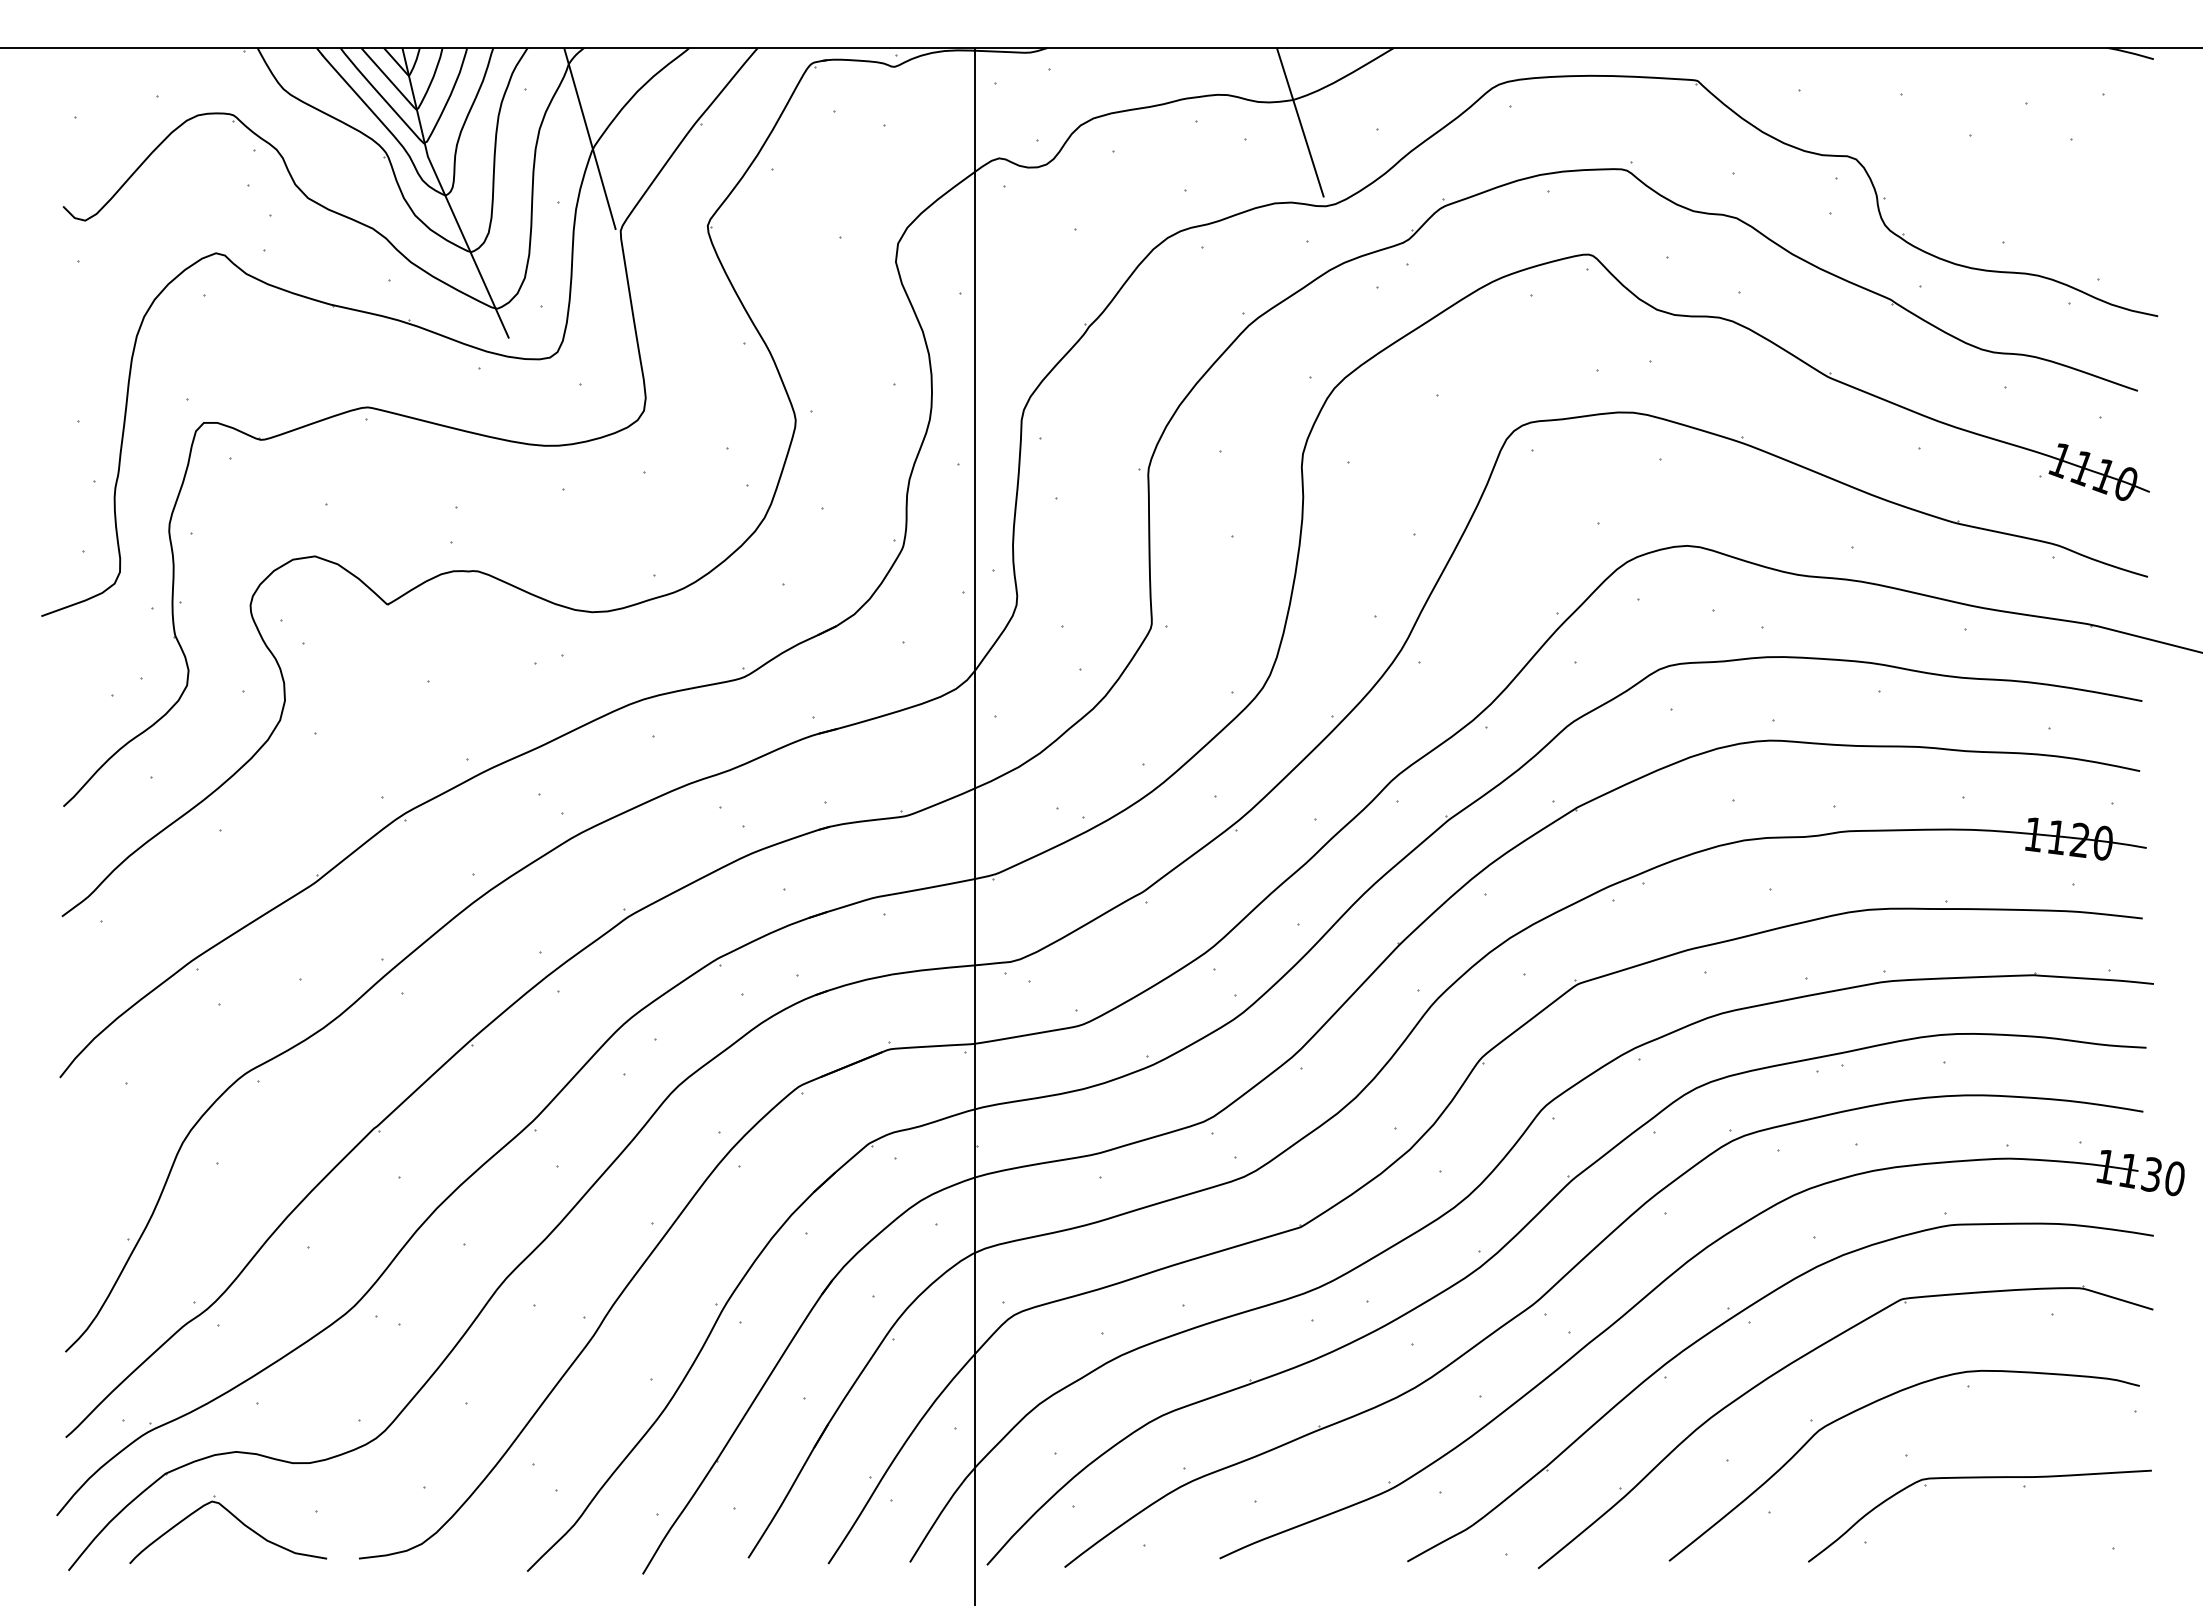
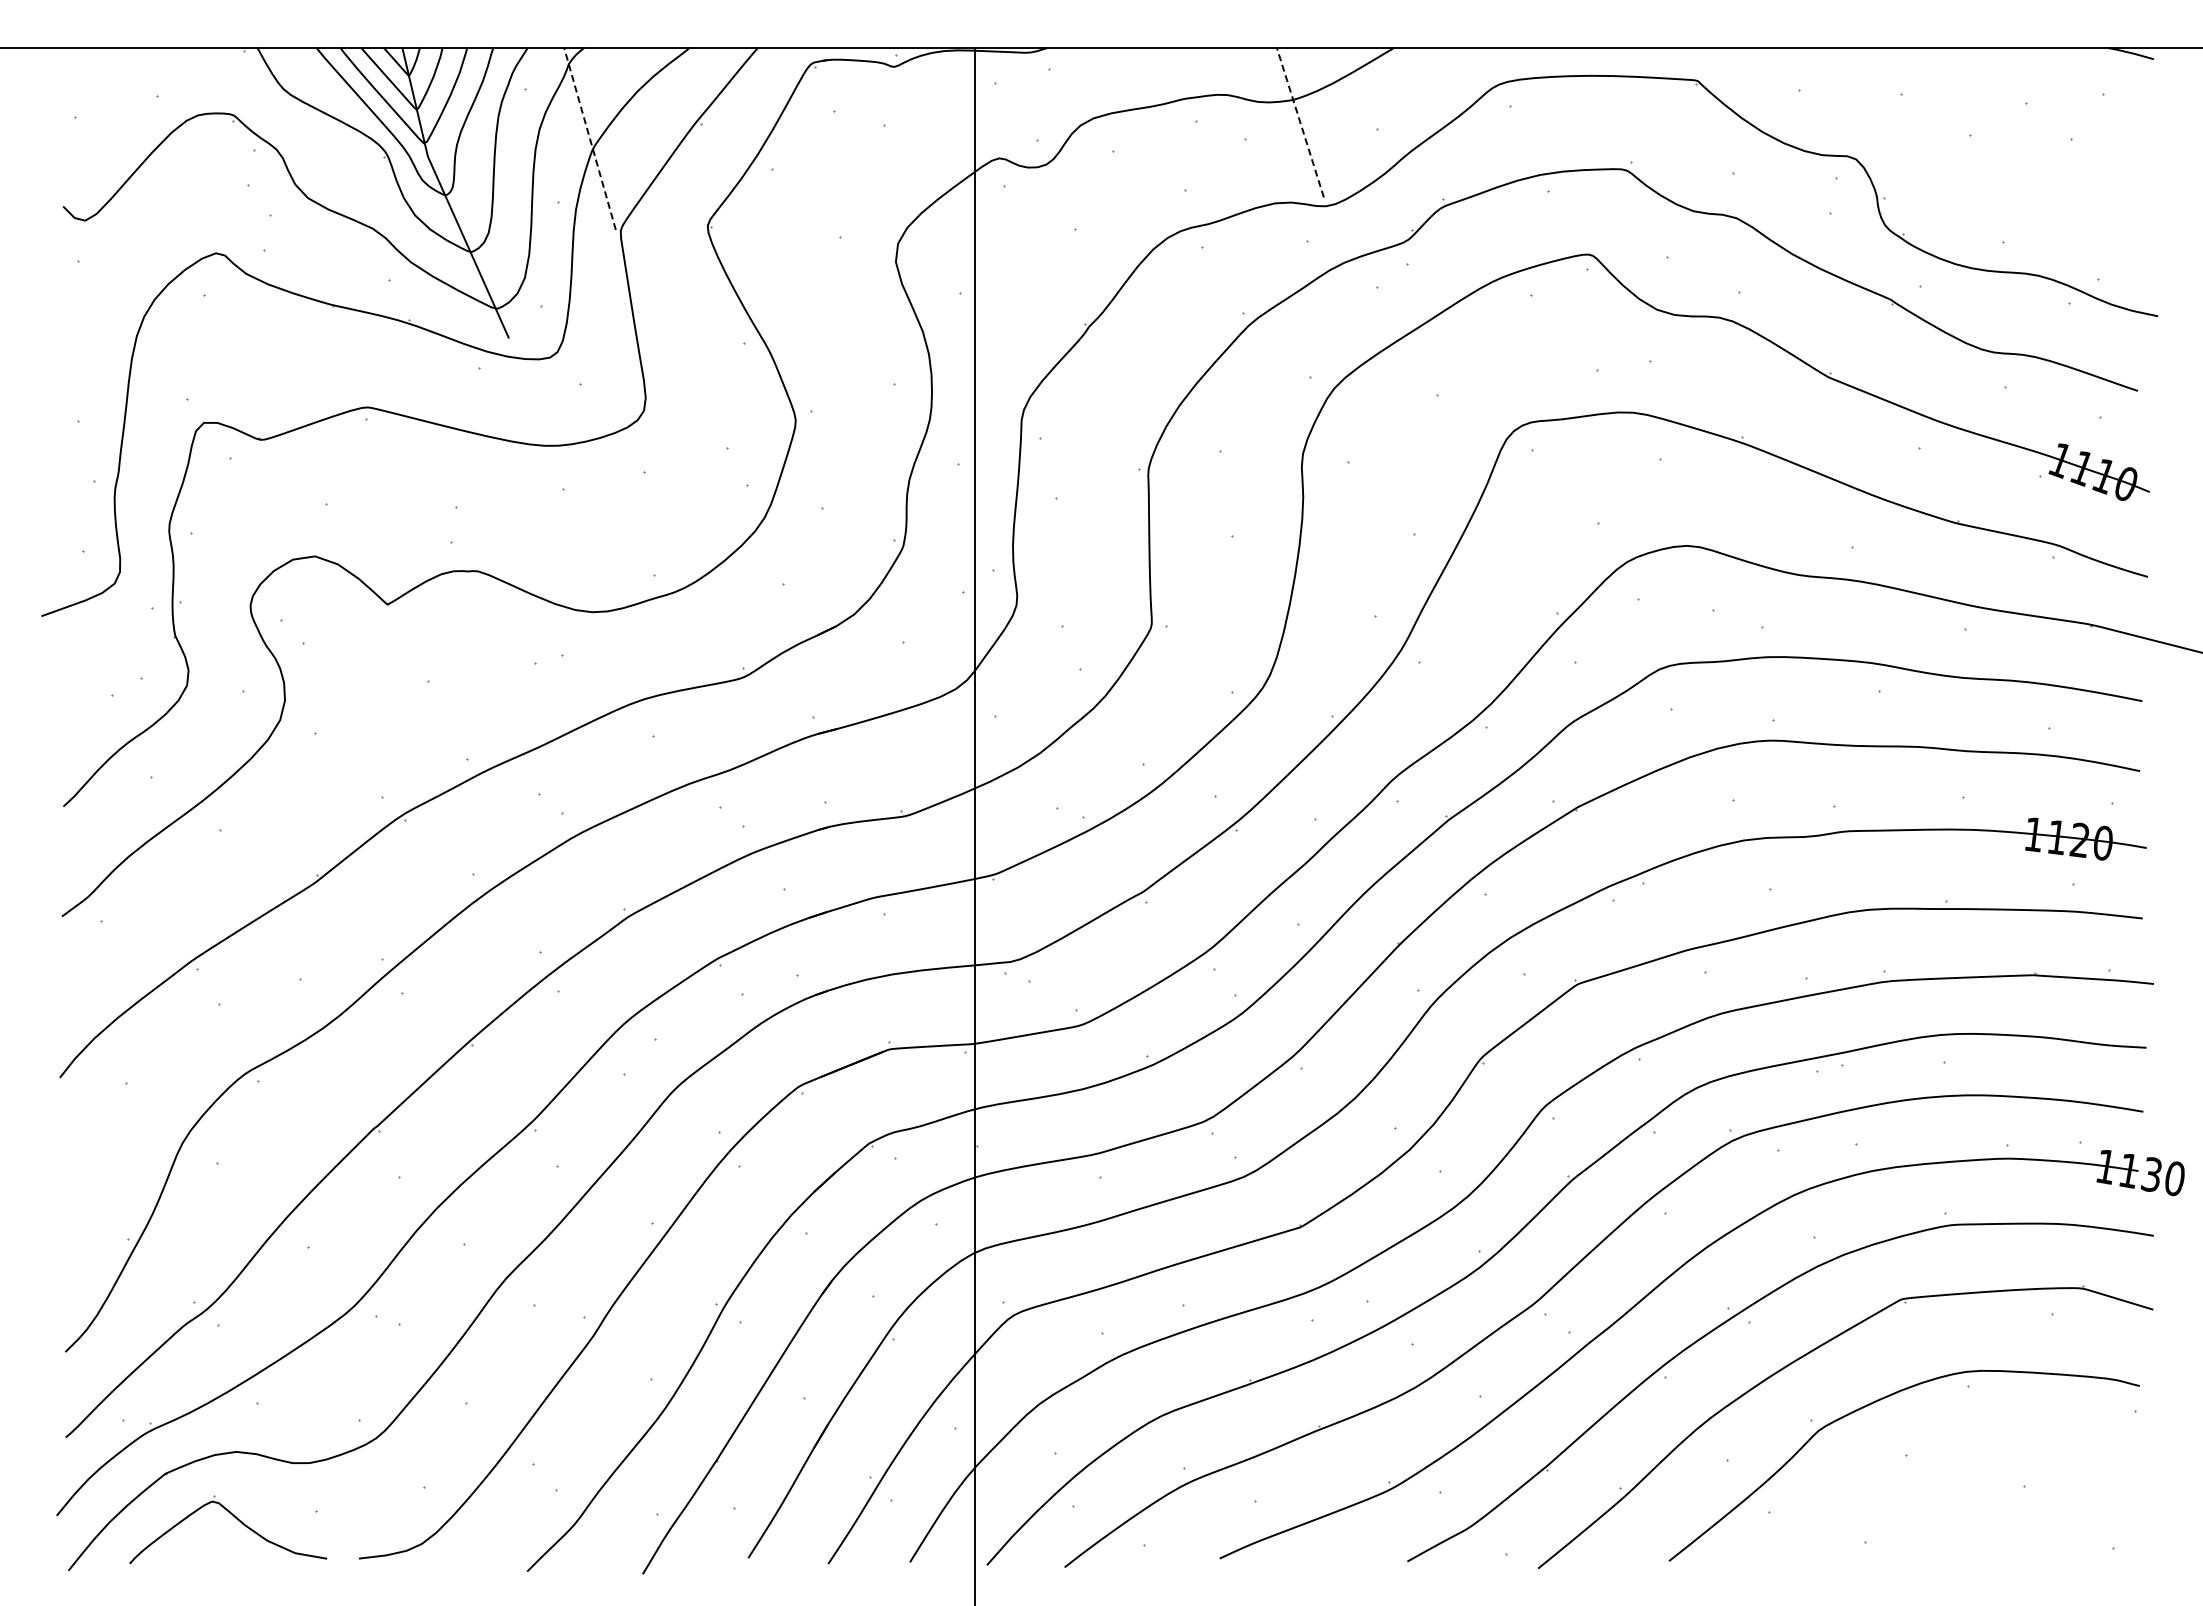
line at (1300, 122): solid -> dashed
line at (590, 139): solid -> dashed
part at (1979, 1478): present -> none
